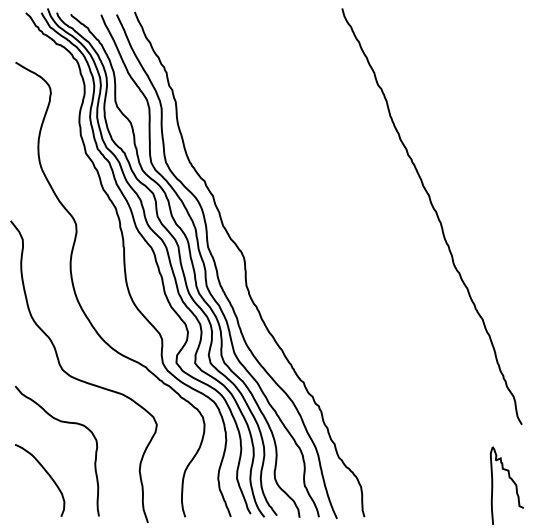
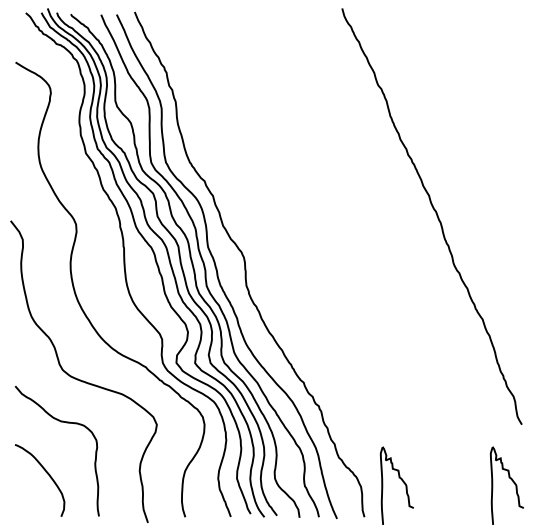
curve at (401, 480): none -> present
